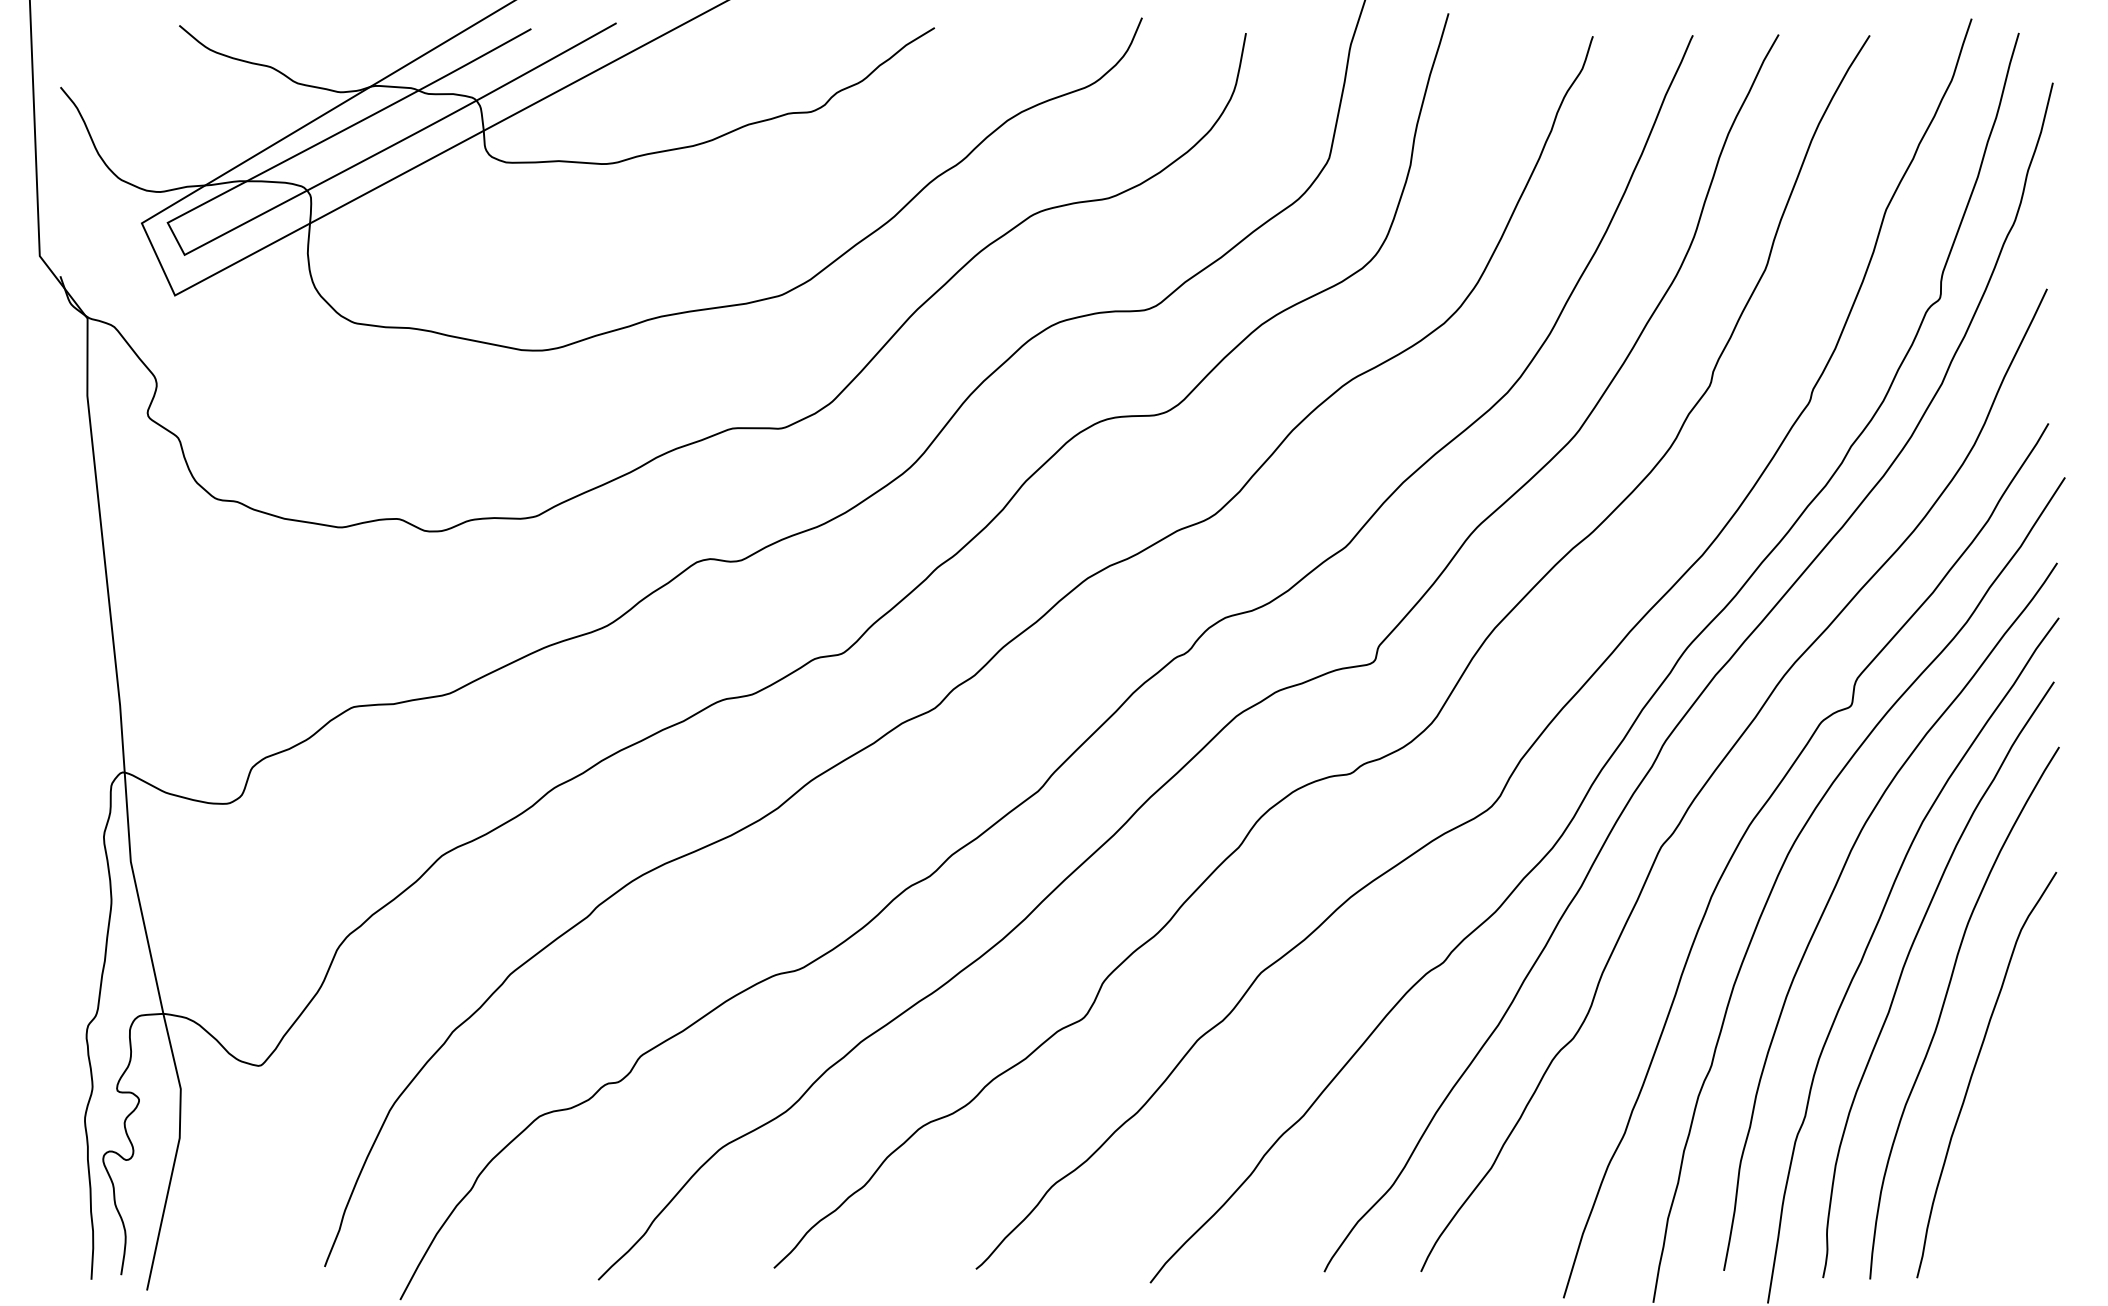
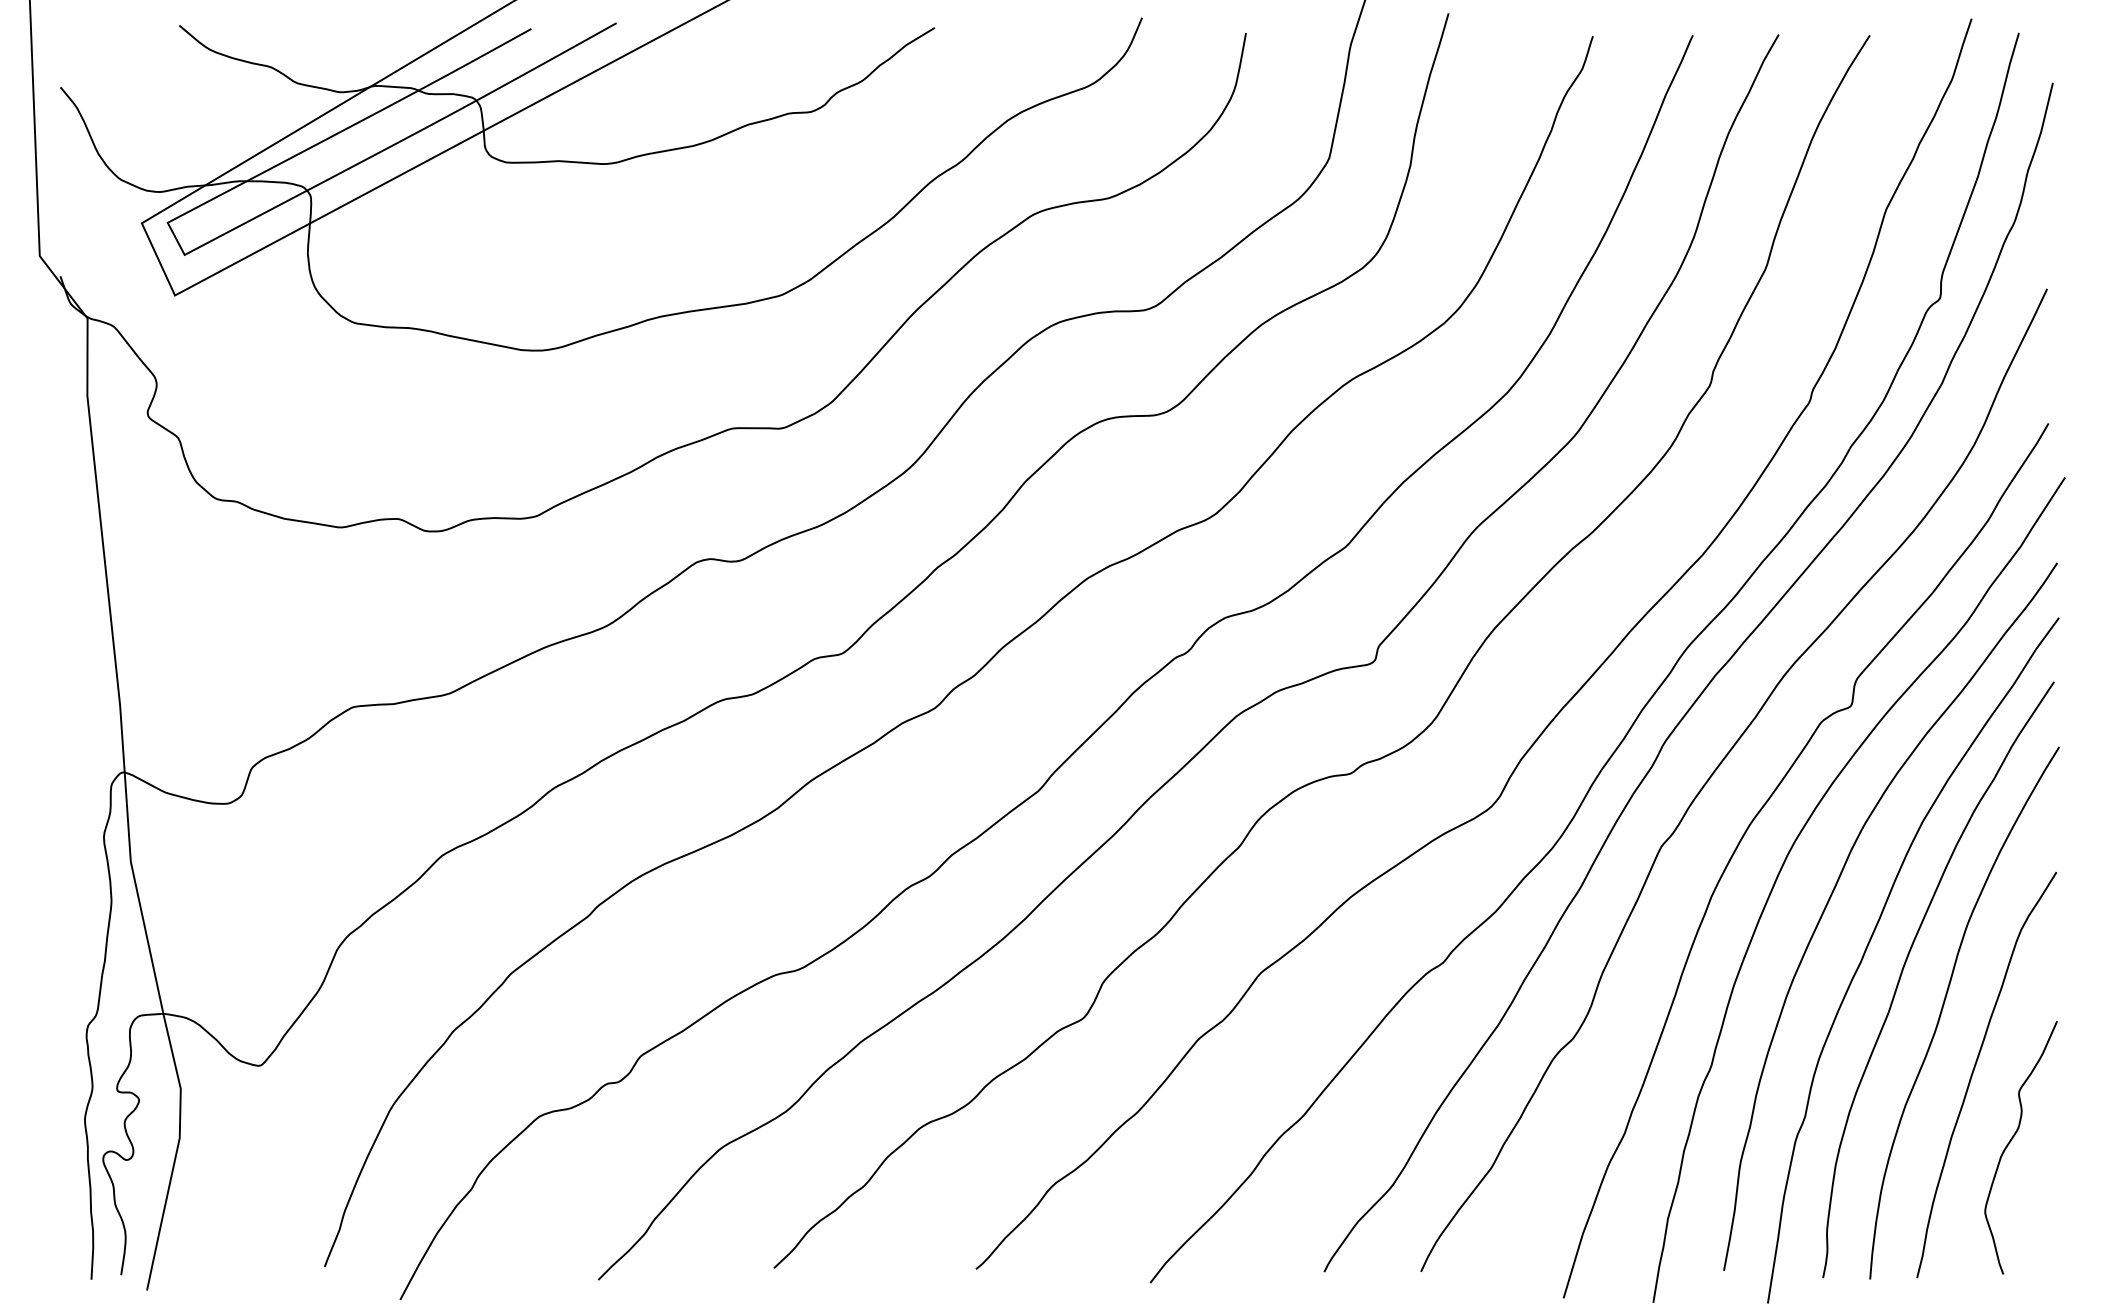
curve at (2011, 1141): none -> present
